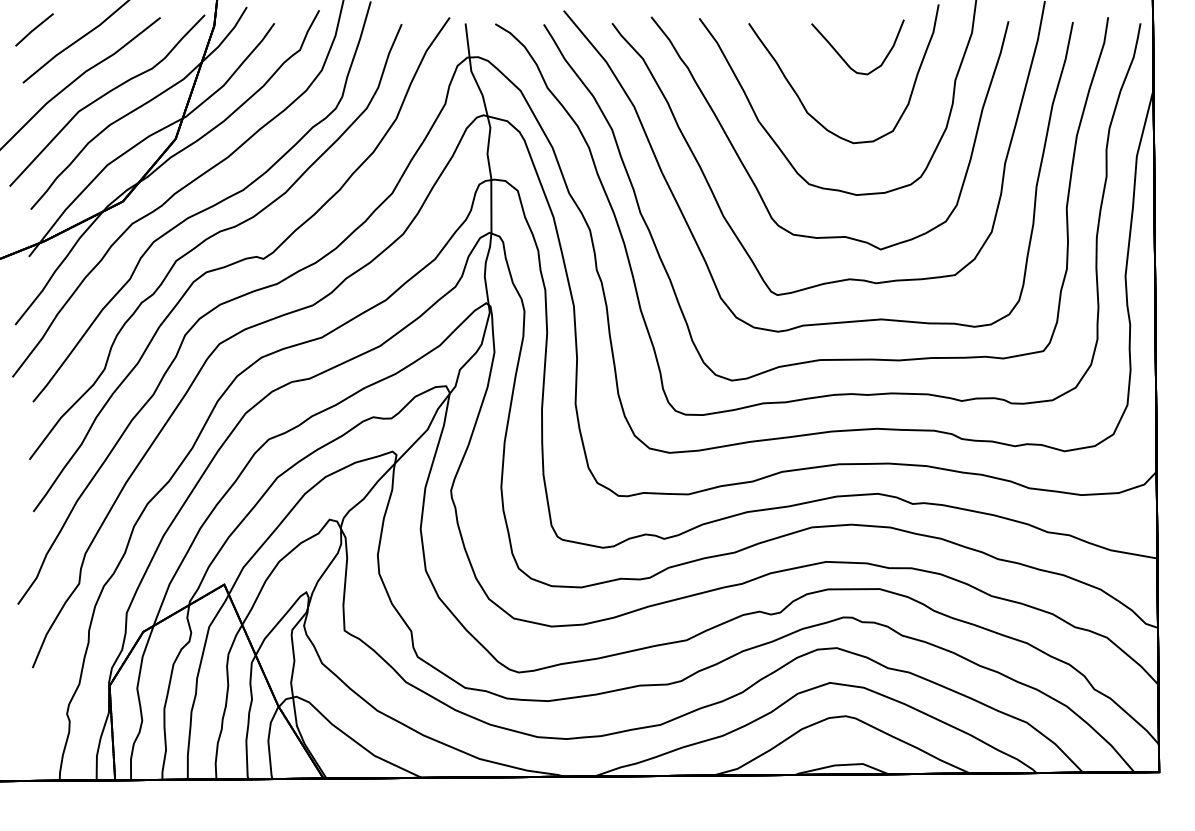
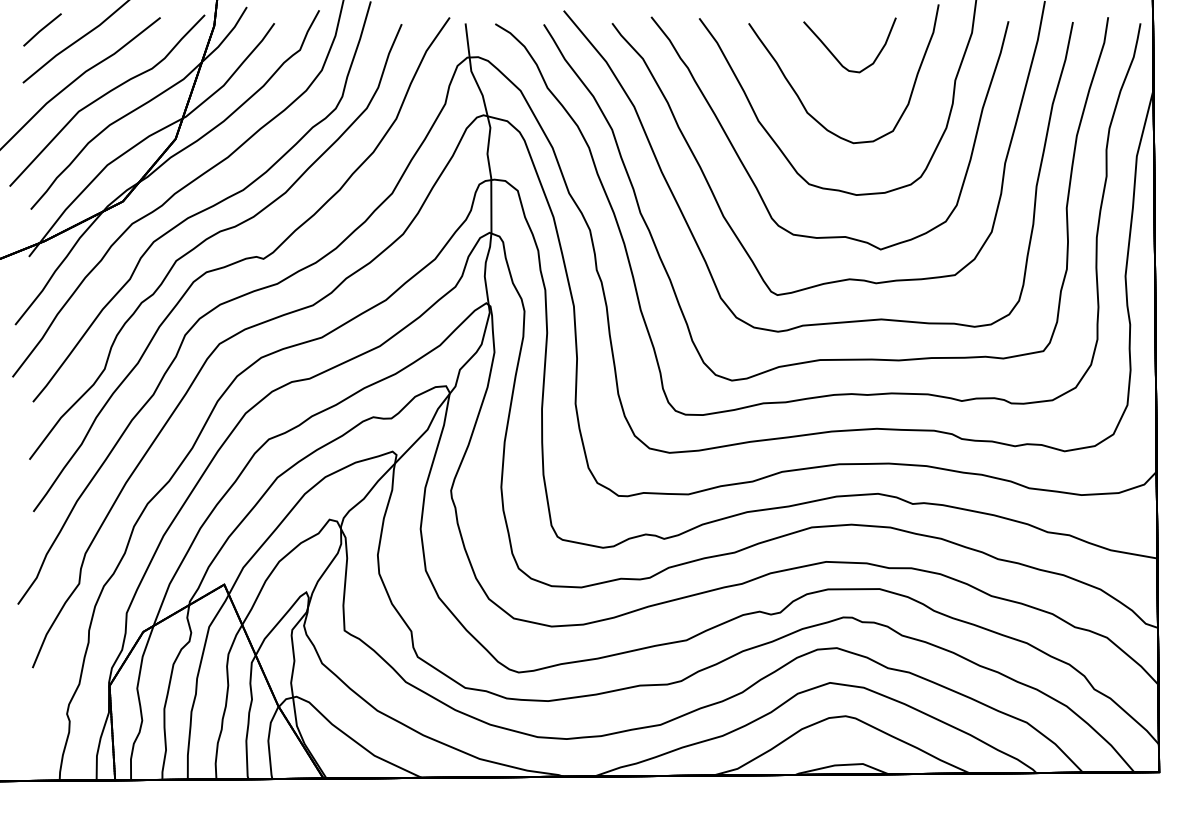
line at (34, 29) position: (34, 29) -> (42, 29)
curve at (844, 59) position: (844, 59) -> (836, 57)
